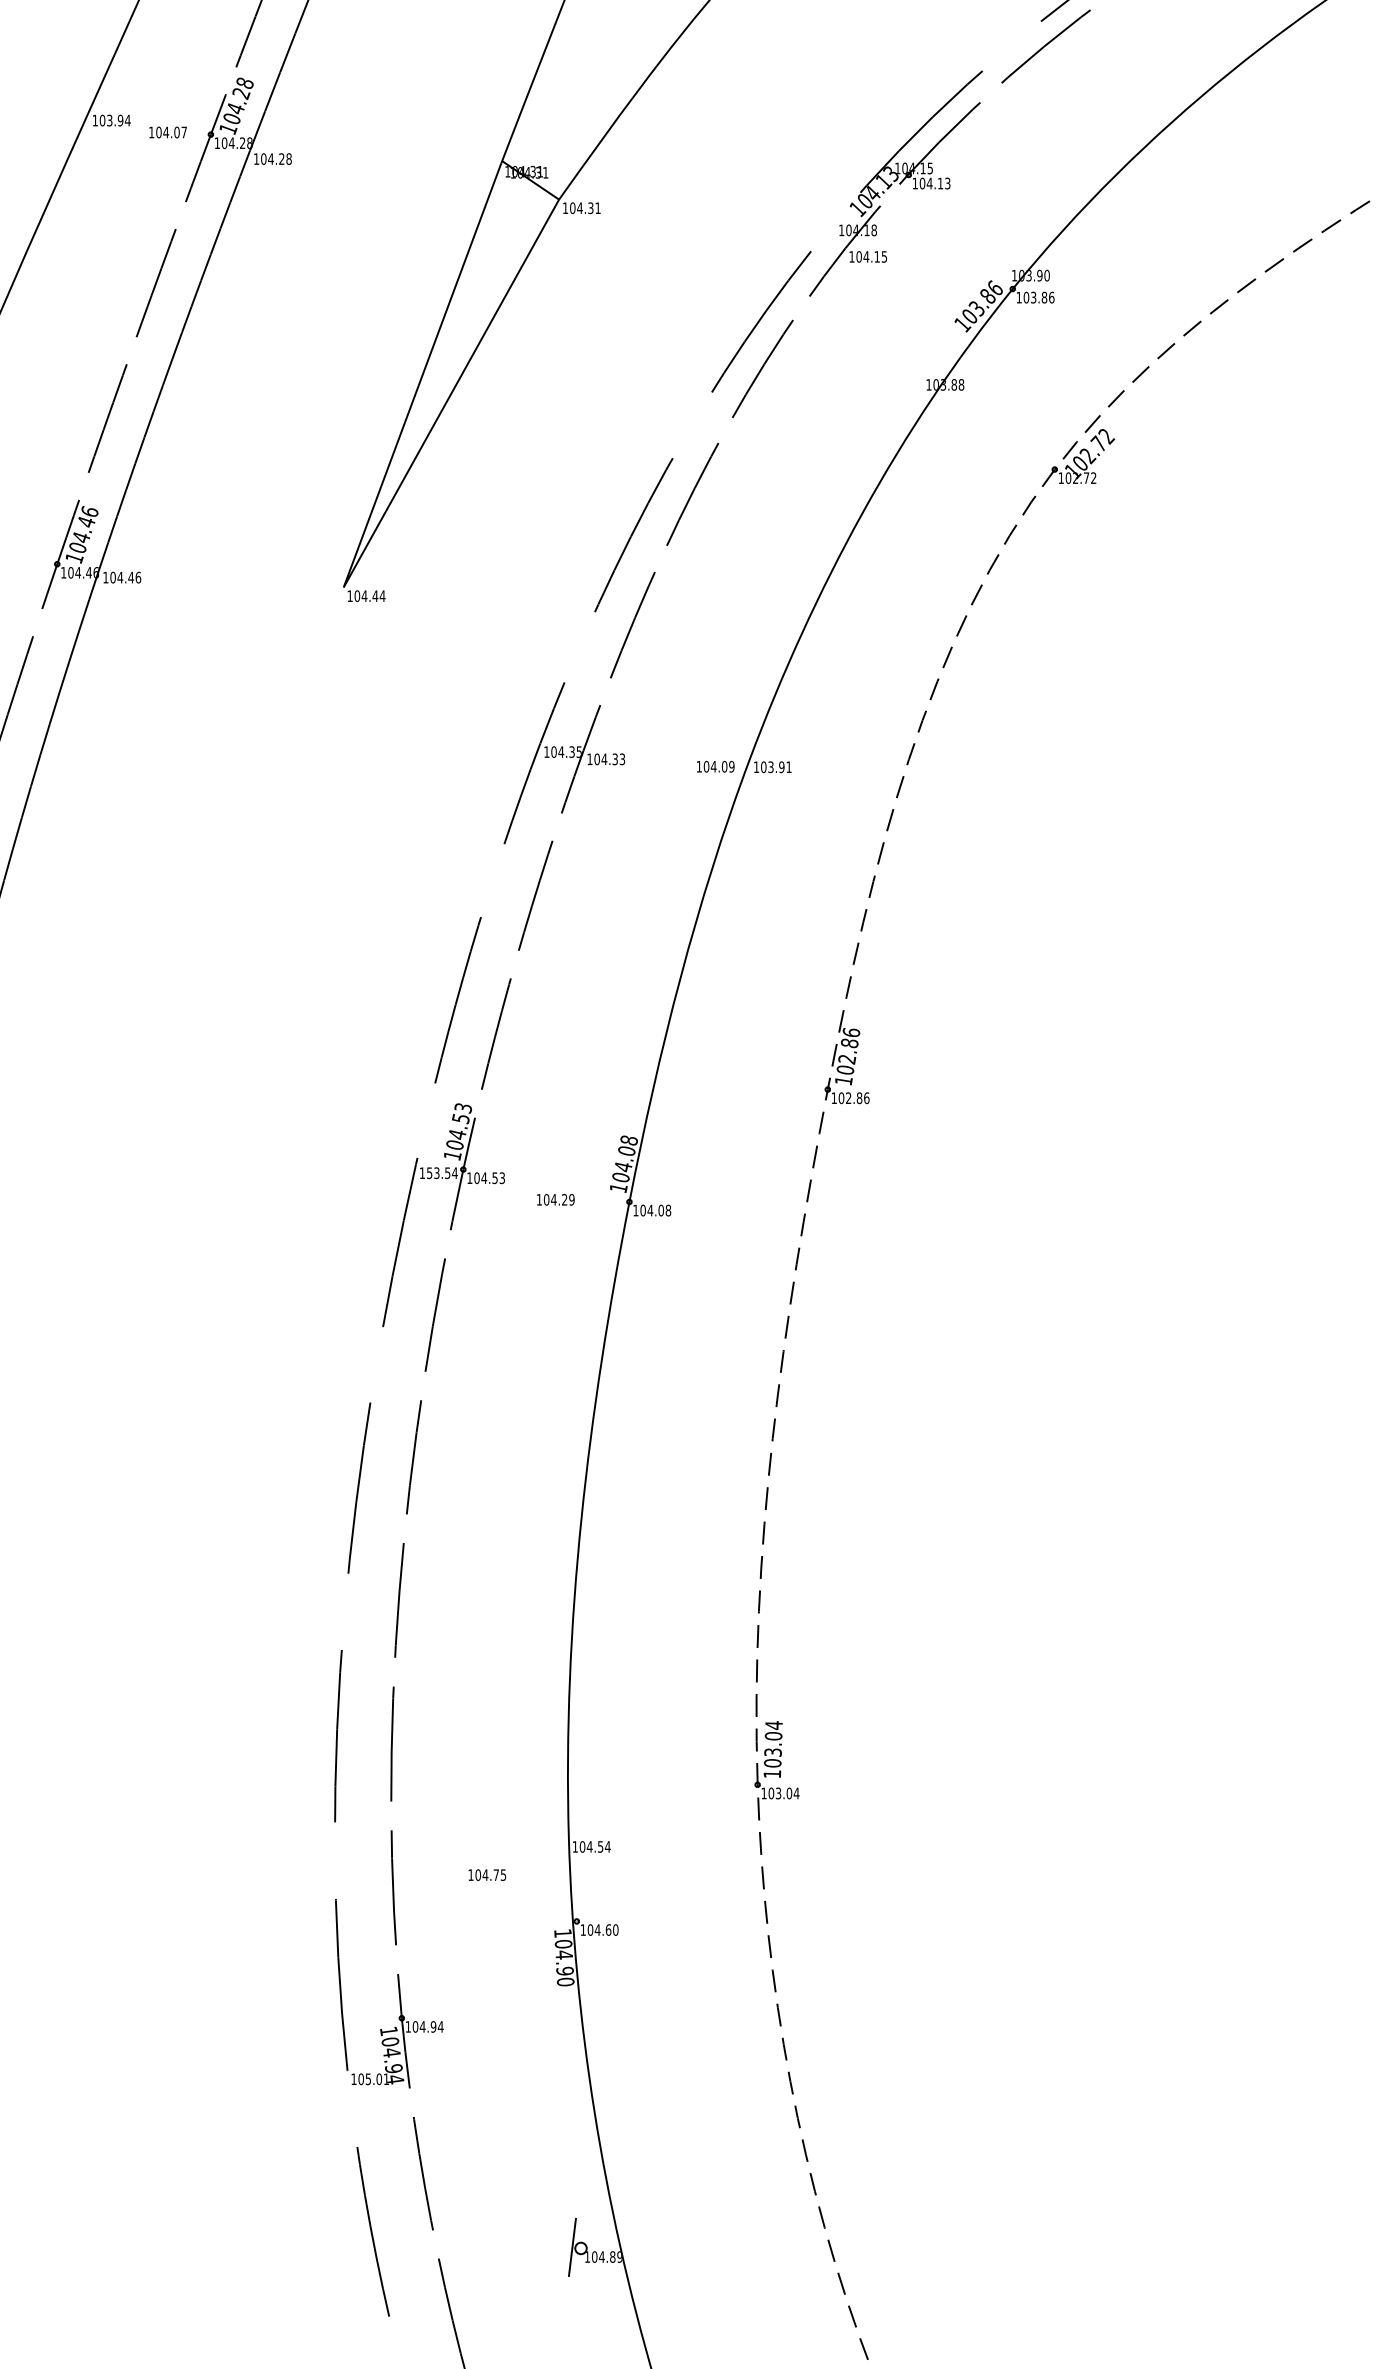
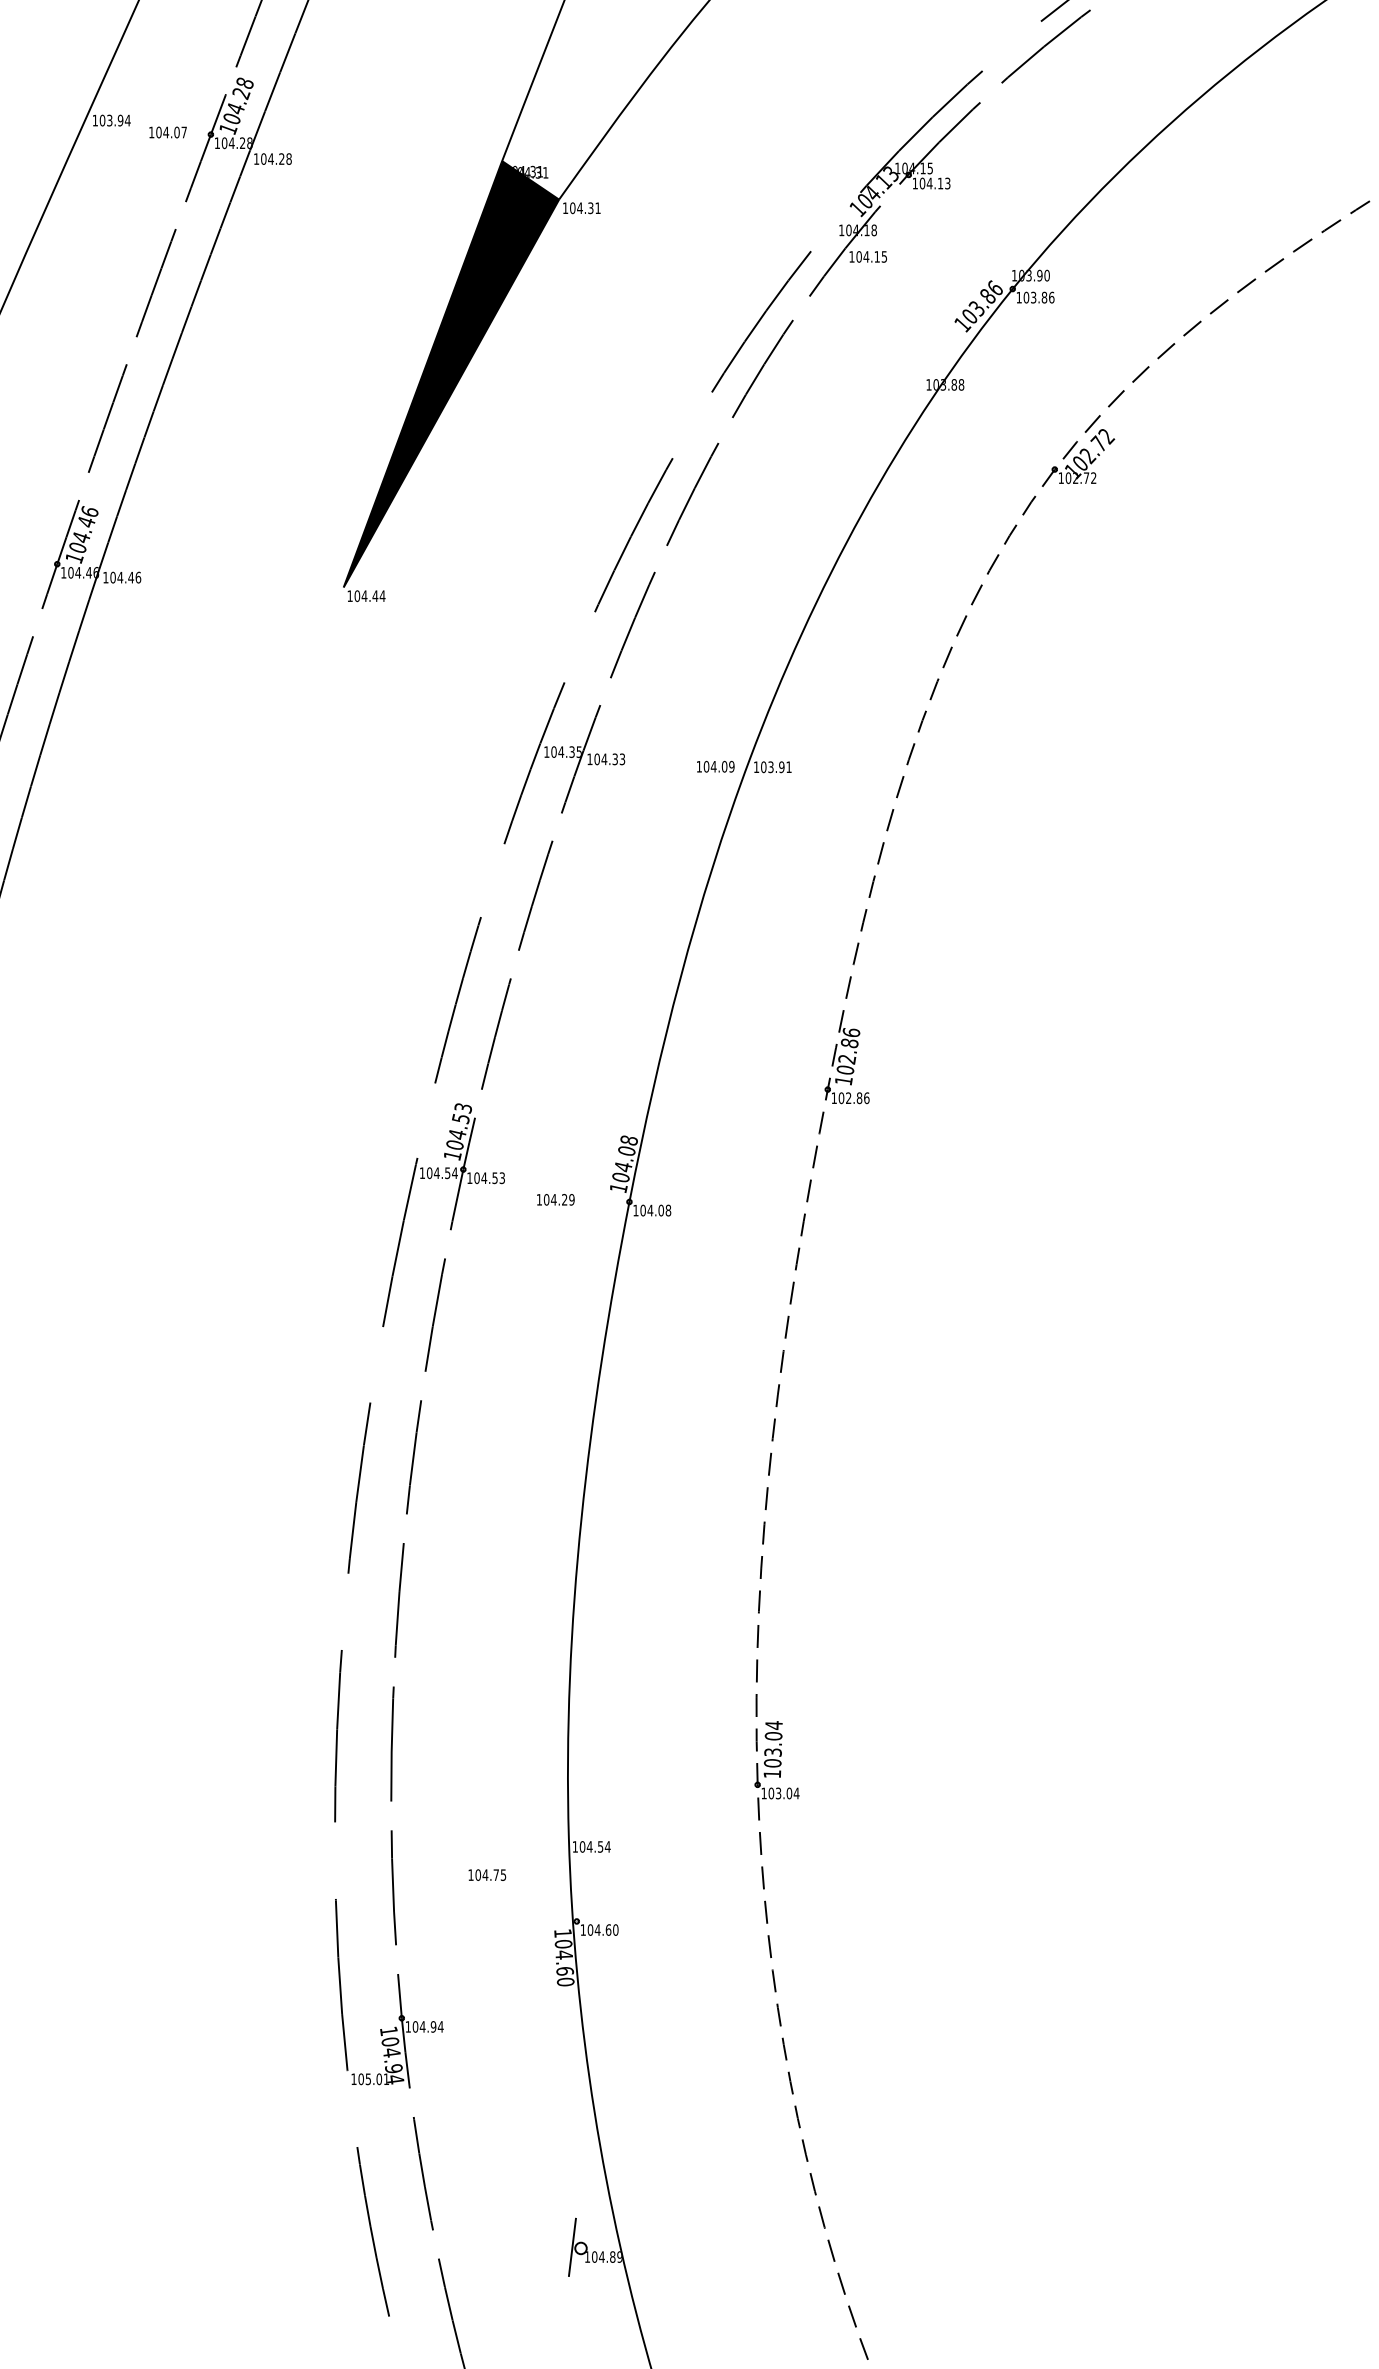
fill at (451, 374): none -> present
text at (432, 1173): 153.54 -> 104.54
text at (565, 1970): 104.90 -> 104.60
